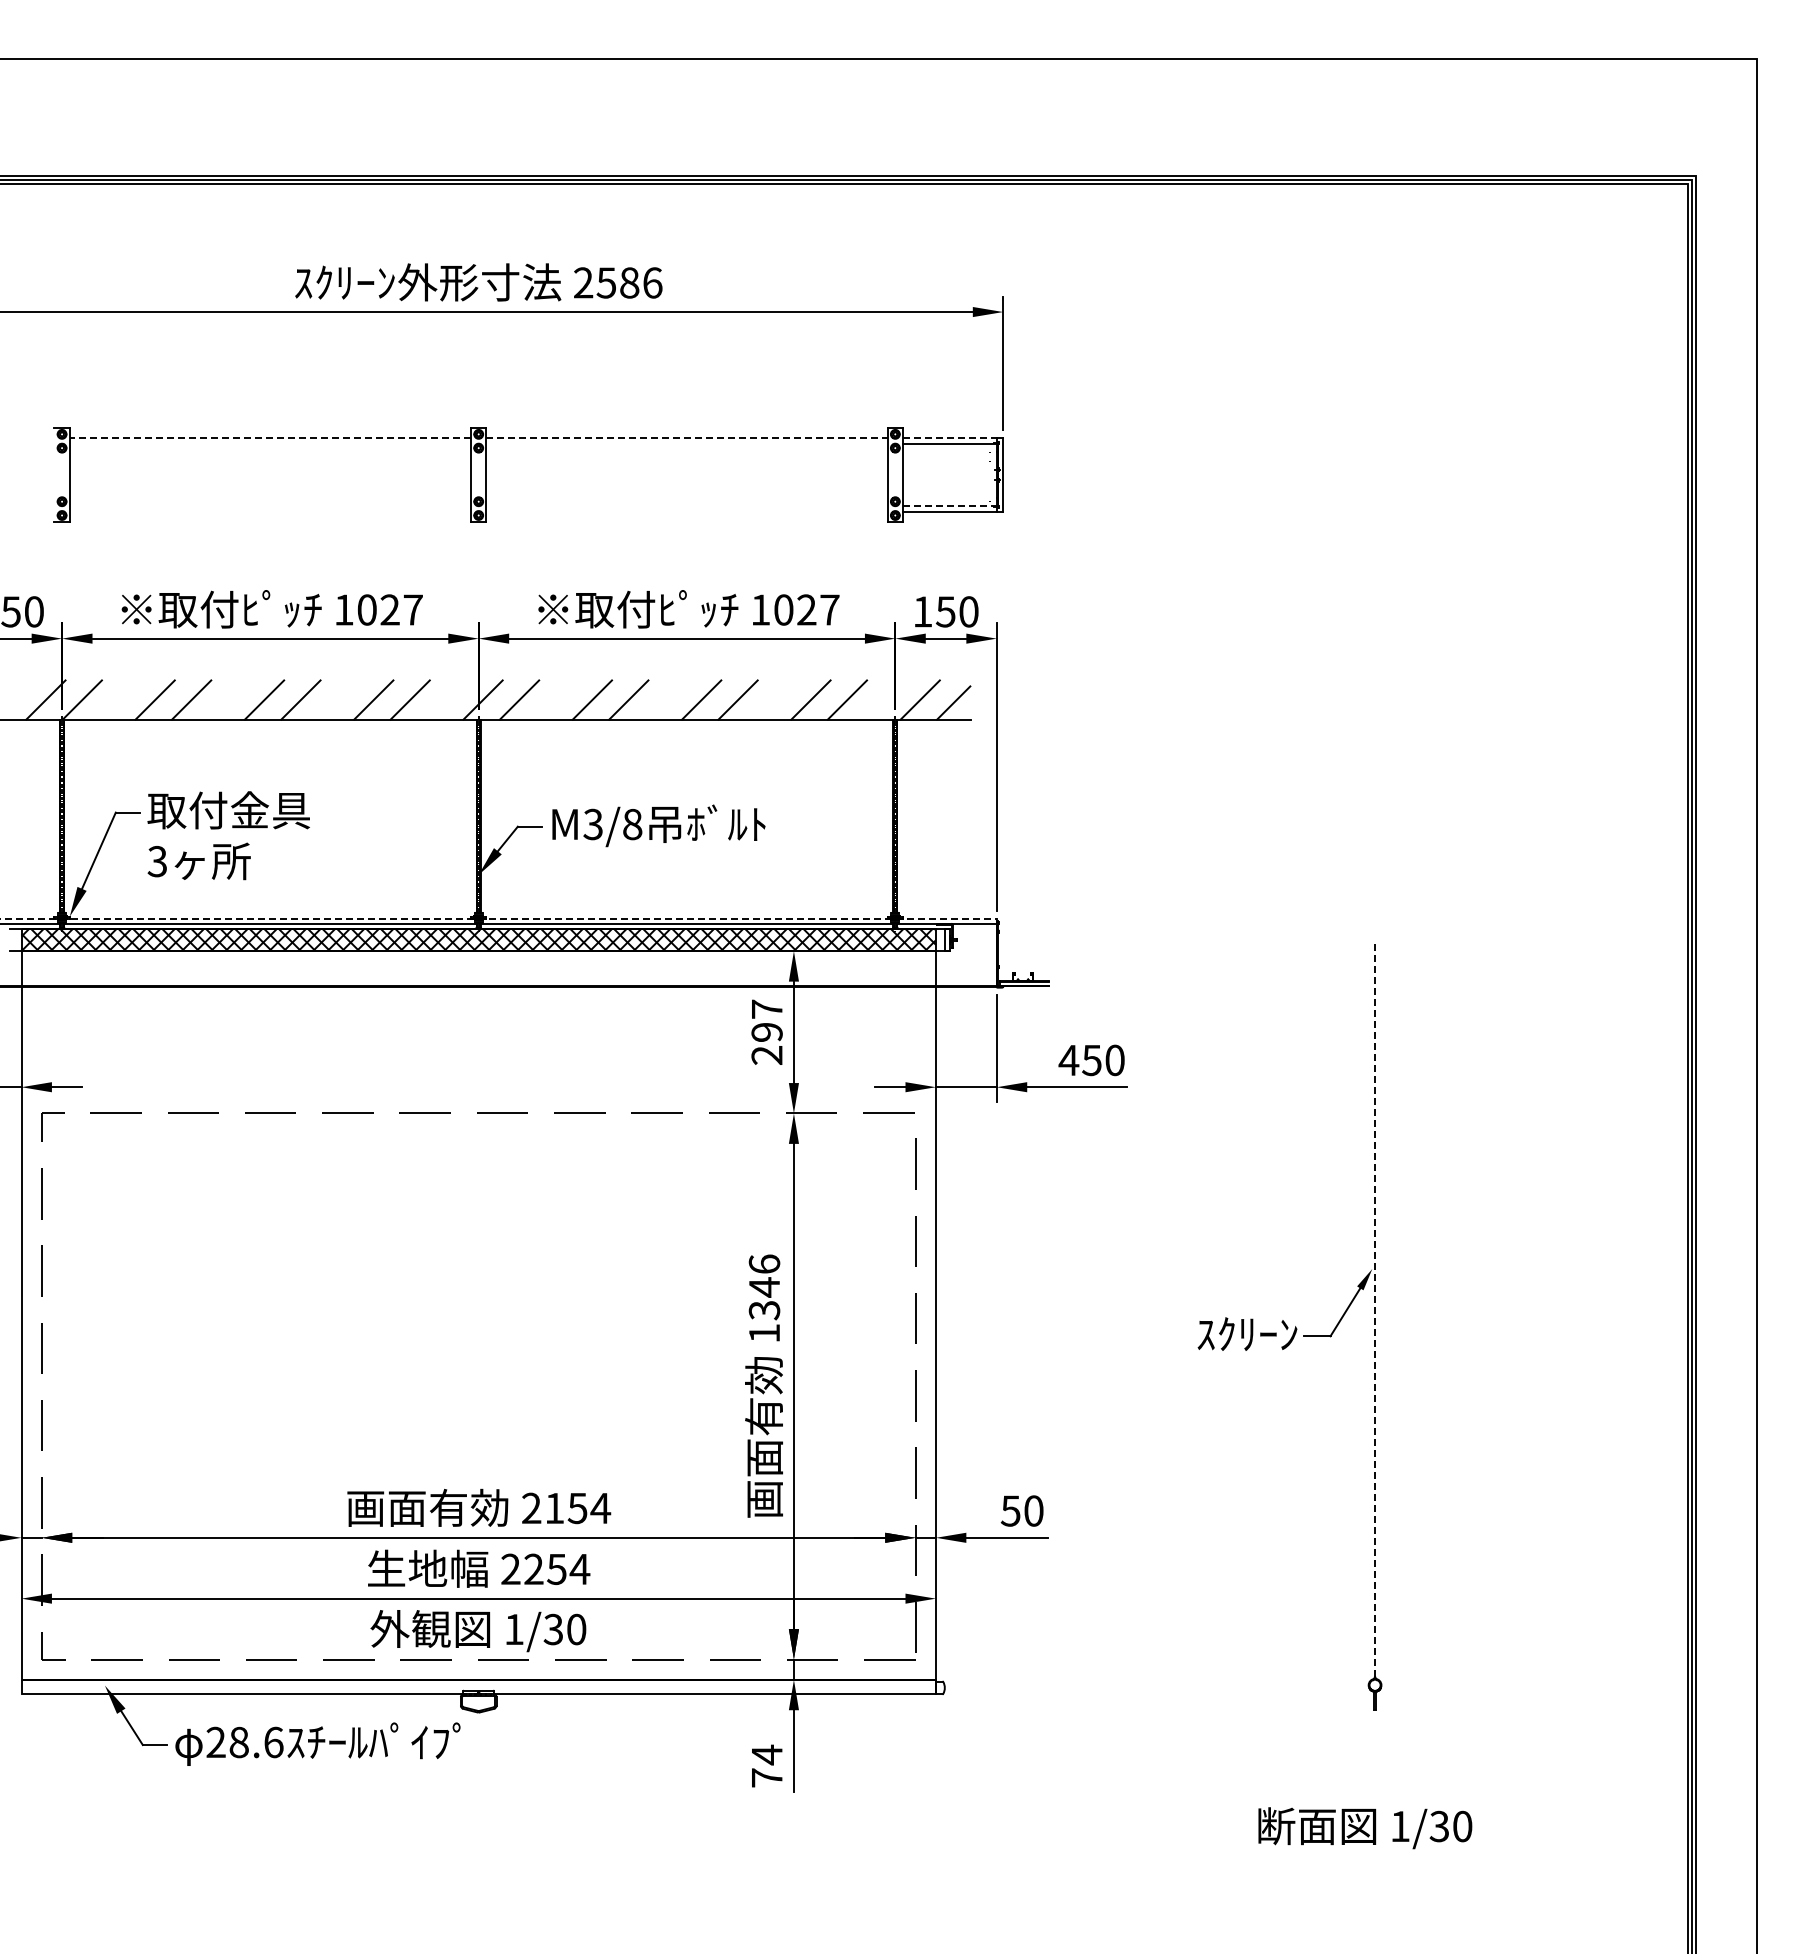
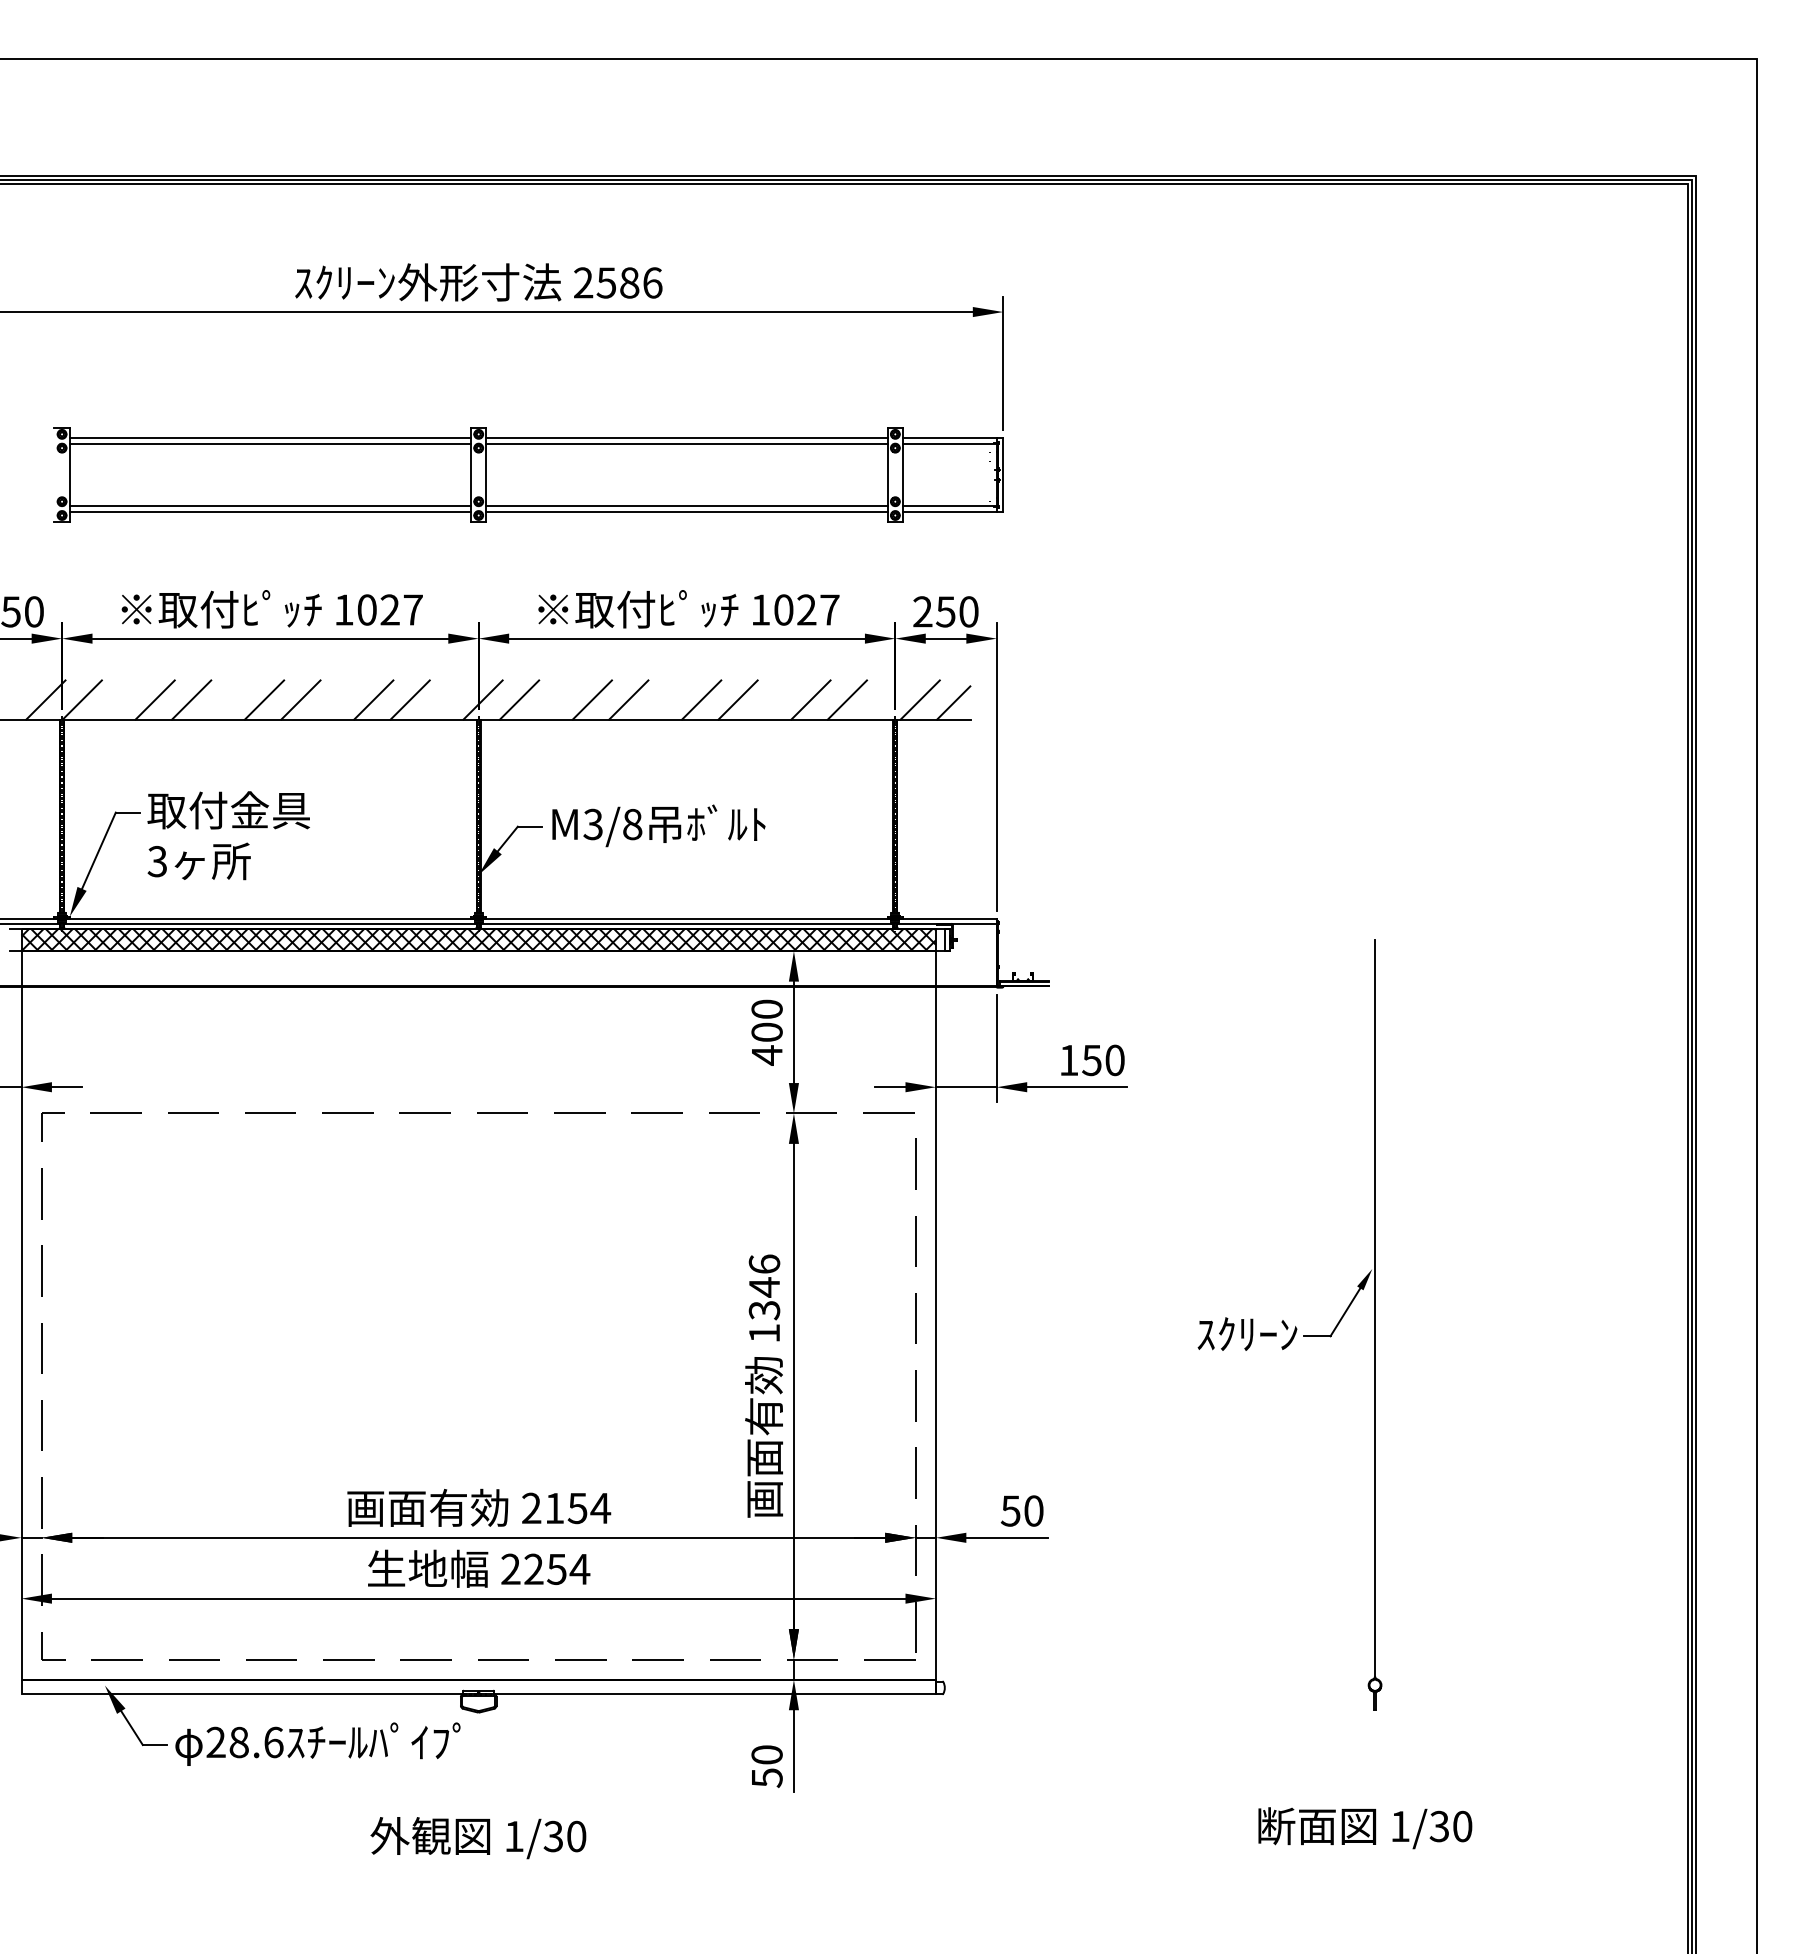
line at (270, 438): dashed -> solid
line at (687, 438): dashed -> solid
line at (949, 438): dashed -> solid
line at (270, 443): none -> present
line at (686, 443): none -> present
line at (270, 506): none -> present
line at (686, 506): none -> present
line at (949, 506): dashed -> solid
line at (270, 511): none -> present
line at (686, 511): none -> present
text at (922, 611): 150 -> 250
line at (499, 918): dashed -> solid
text at (766, 1032): 297 -> 400
text at (1068, 1060): 450 -> 150
line at (1375, 1308): dashed -> solid
text at (478, 1631) position: (478, 1631) -> (478, 1838)
text at (766, 1766): 74 -> 50
